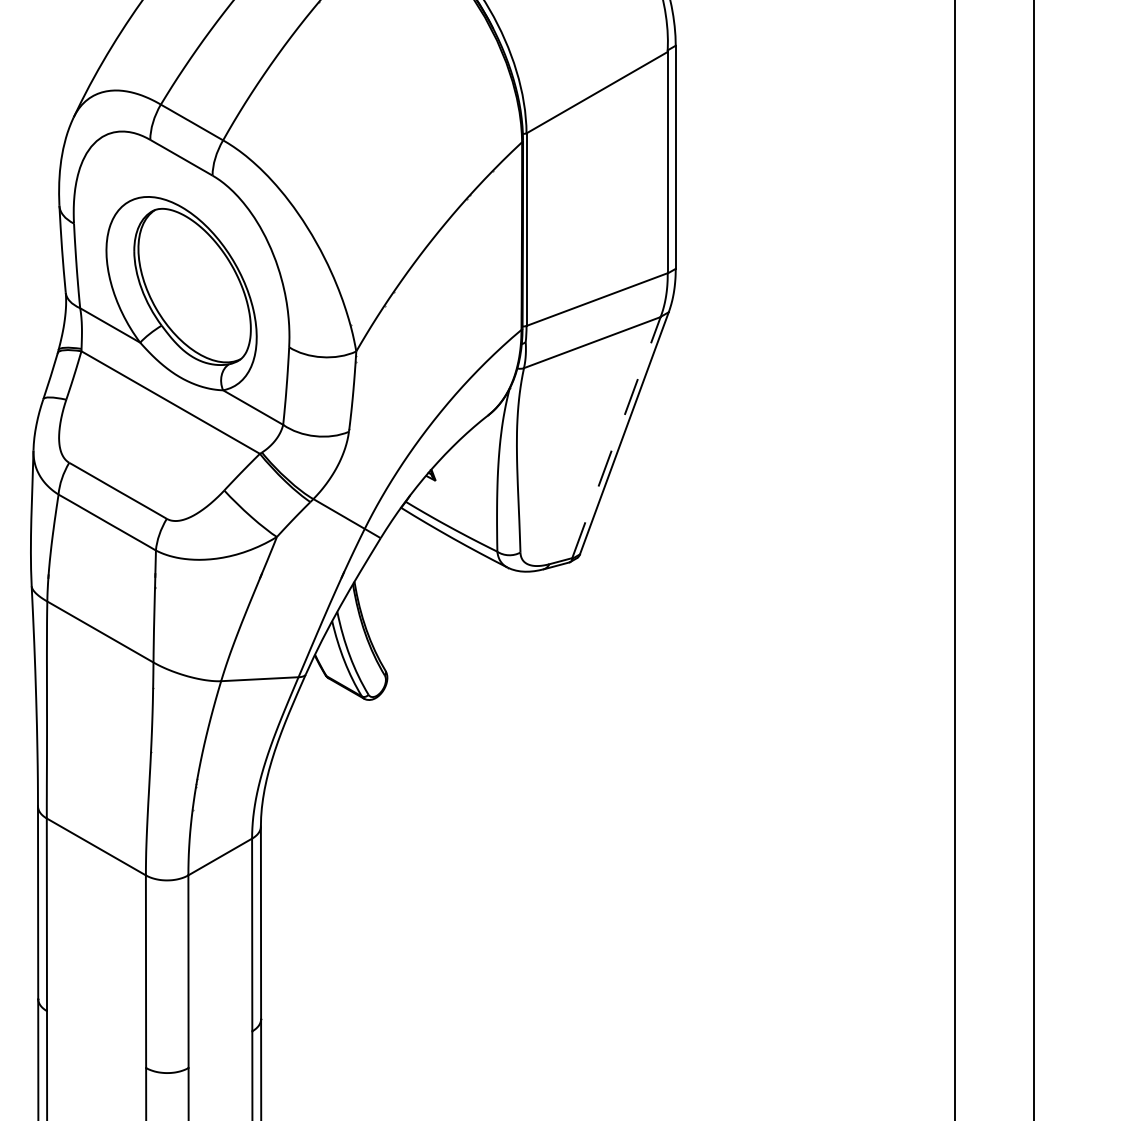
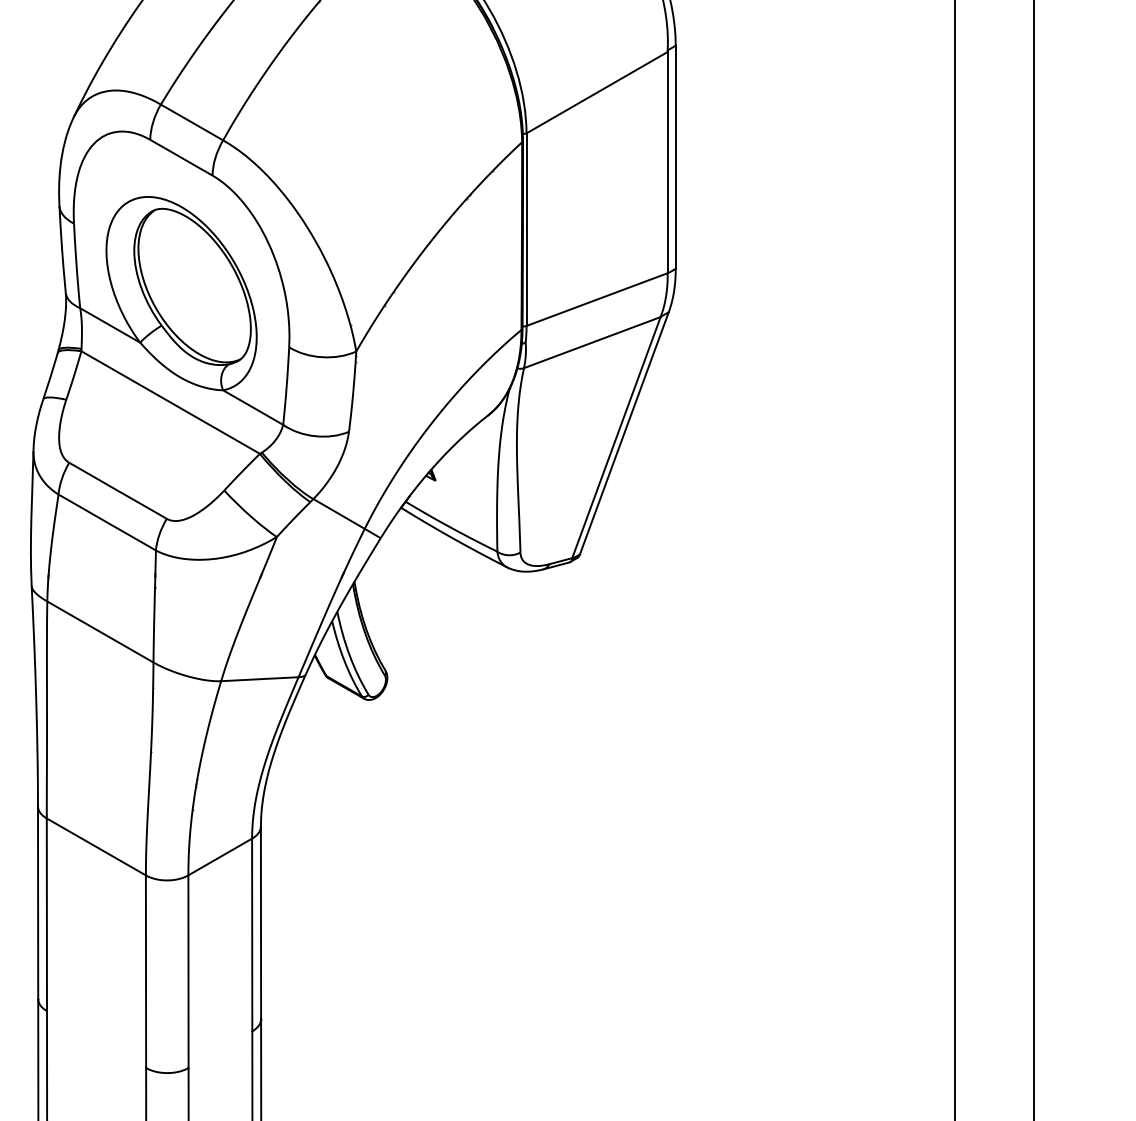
line at (616, 437): dashed -> solid
